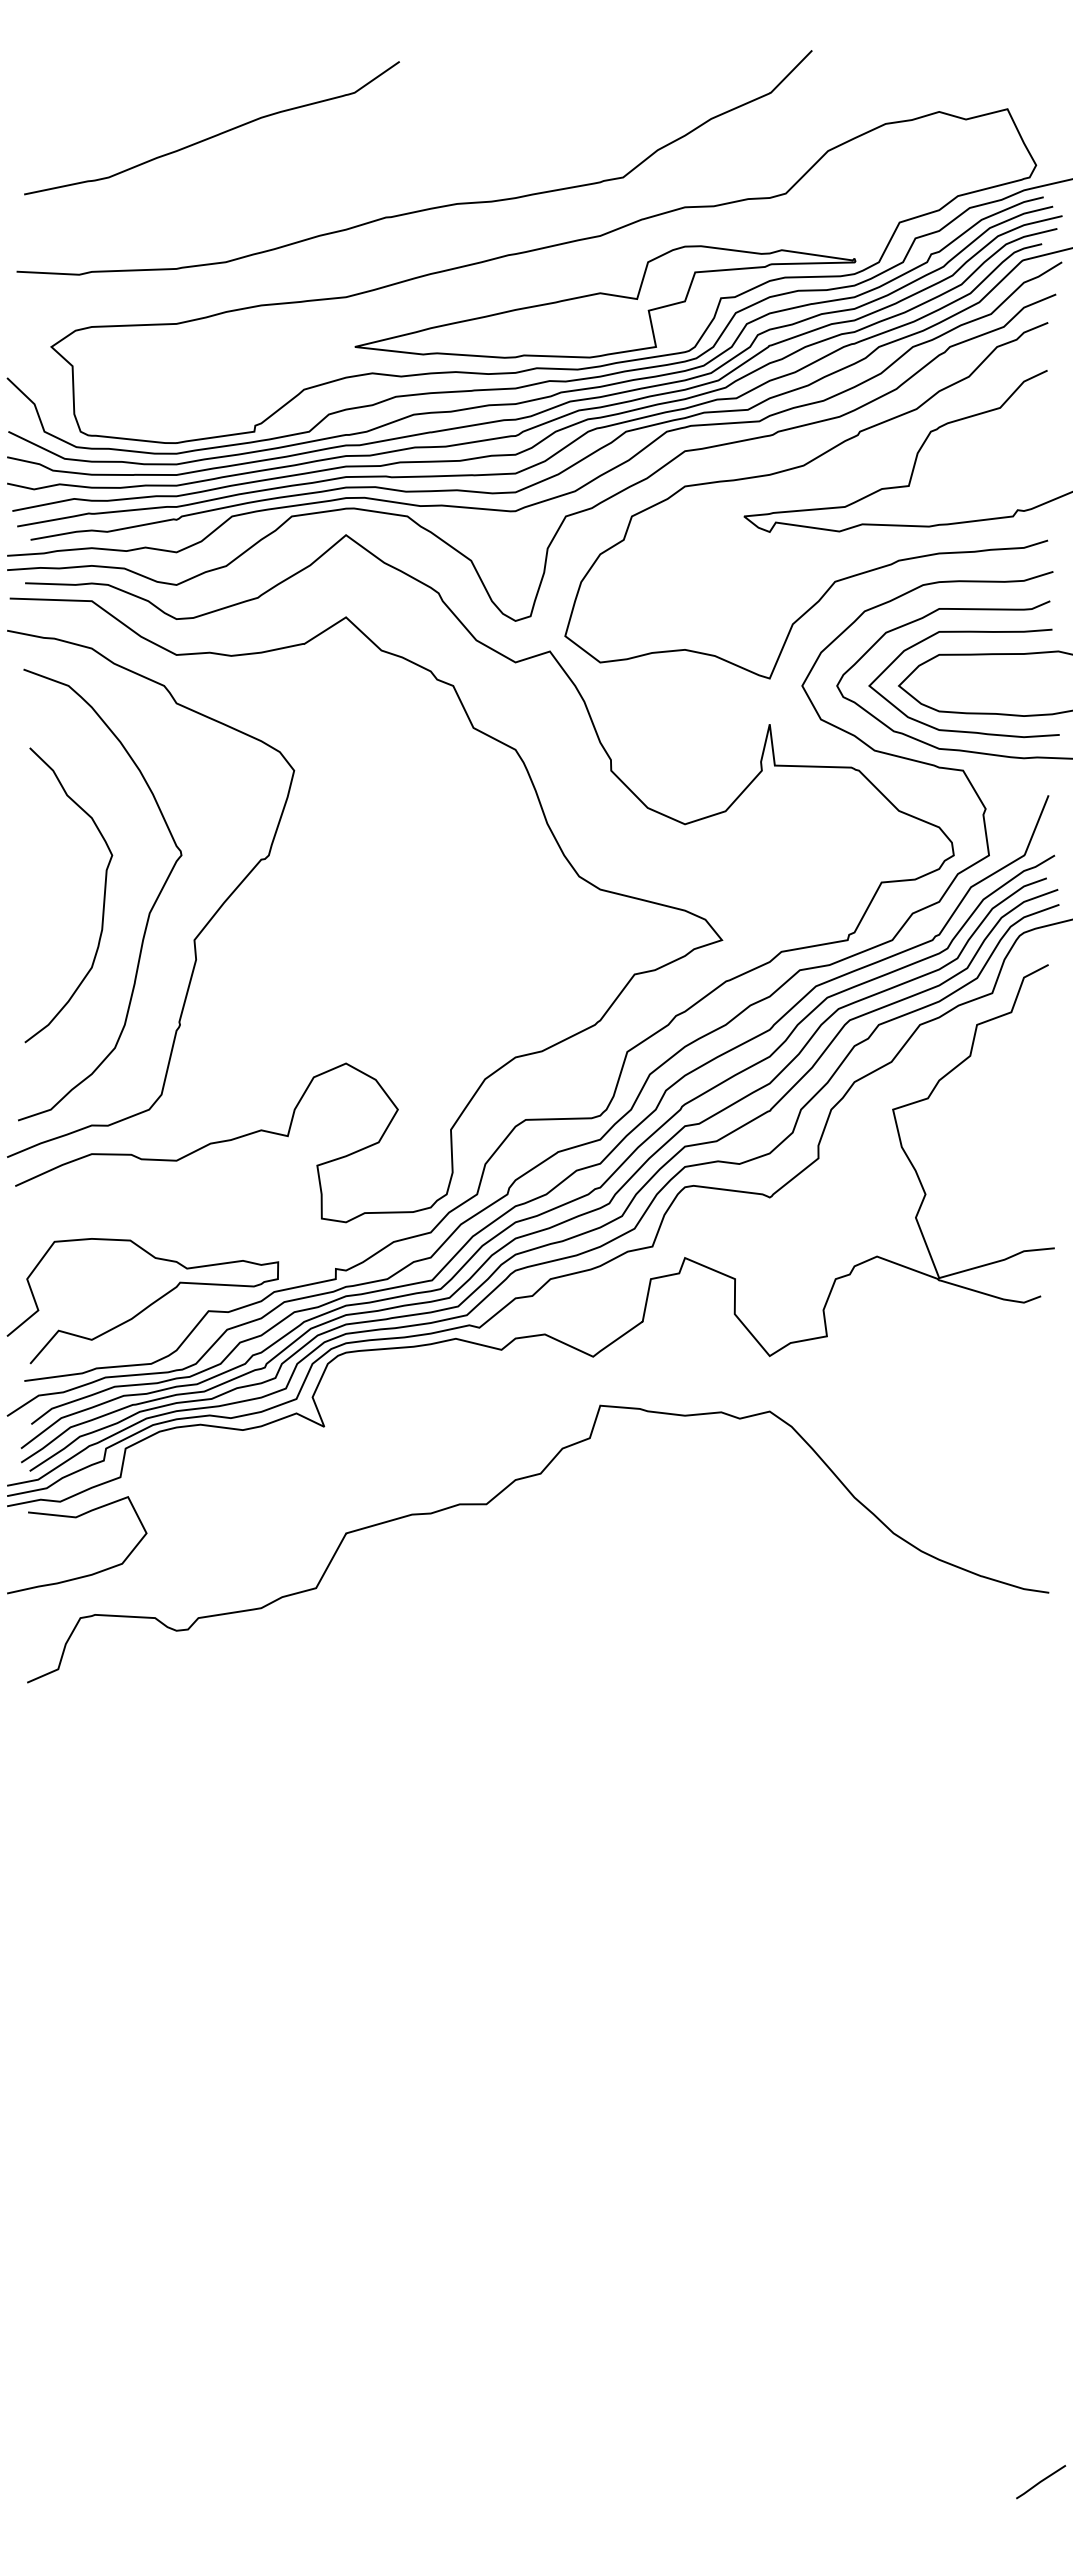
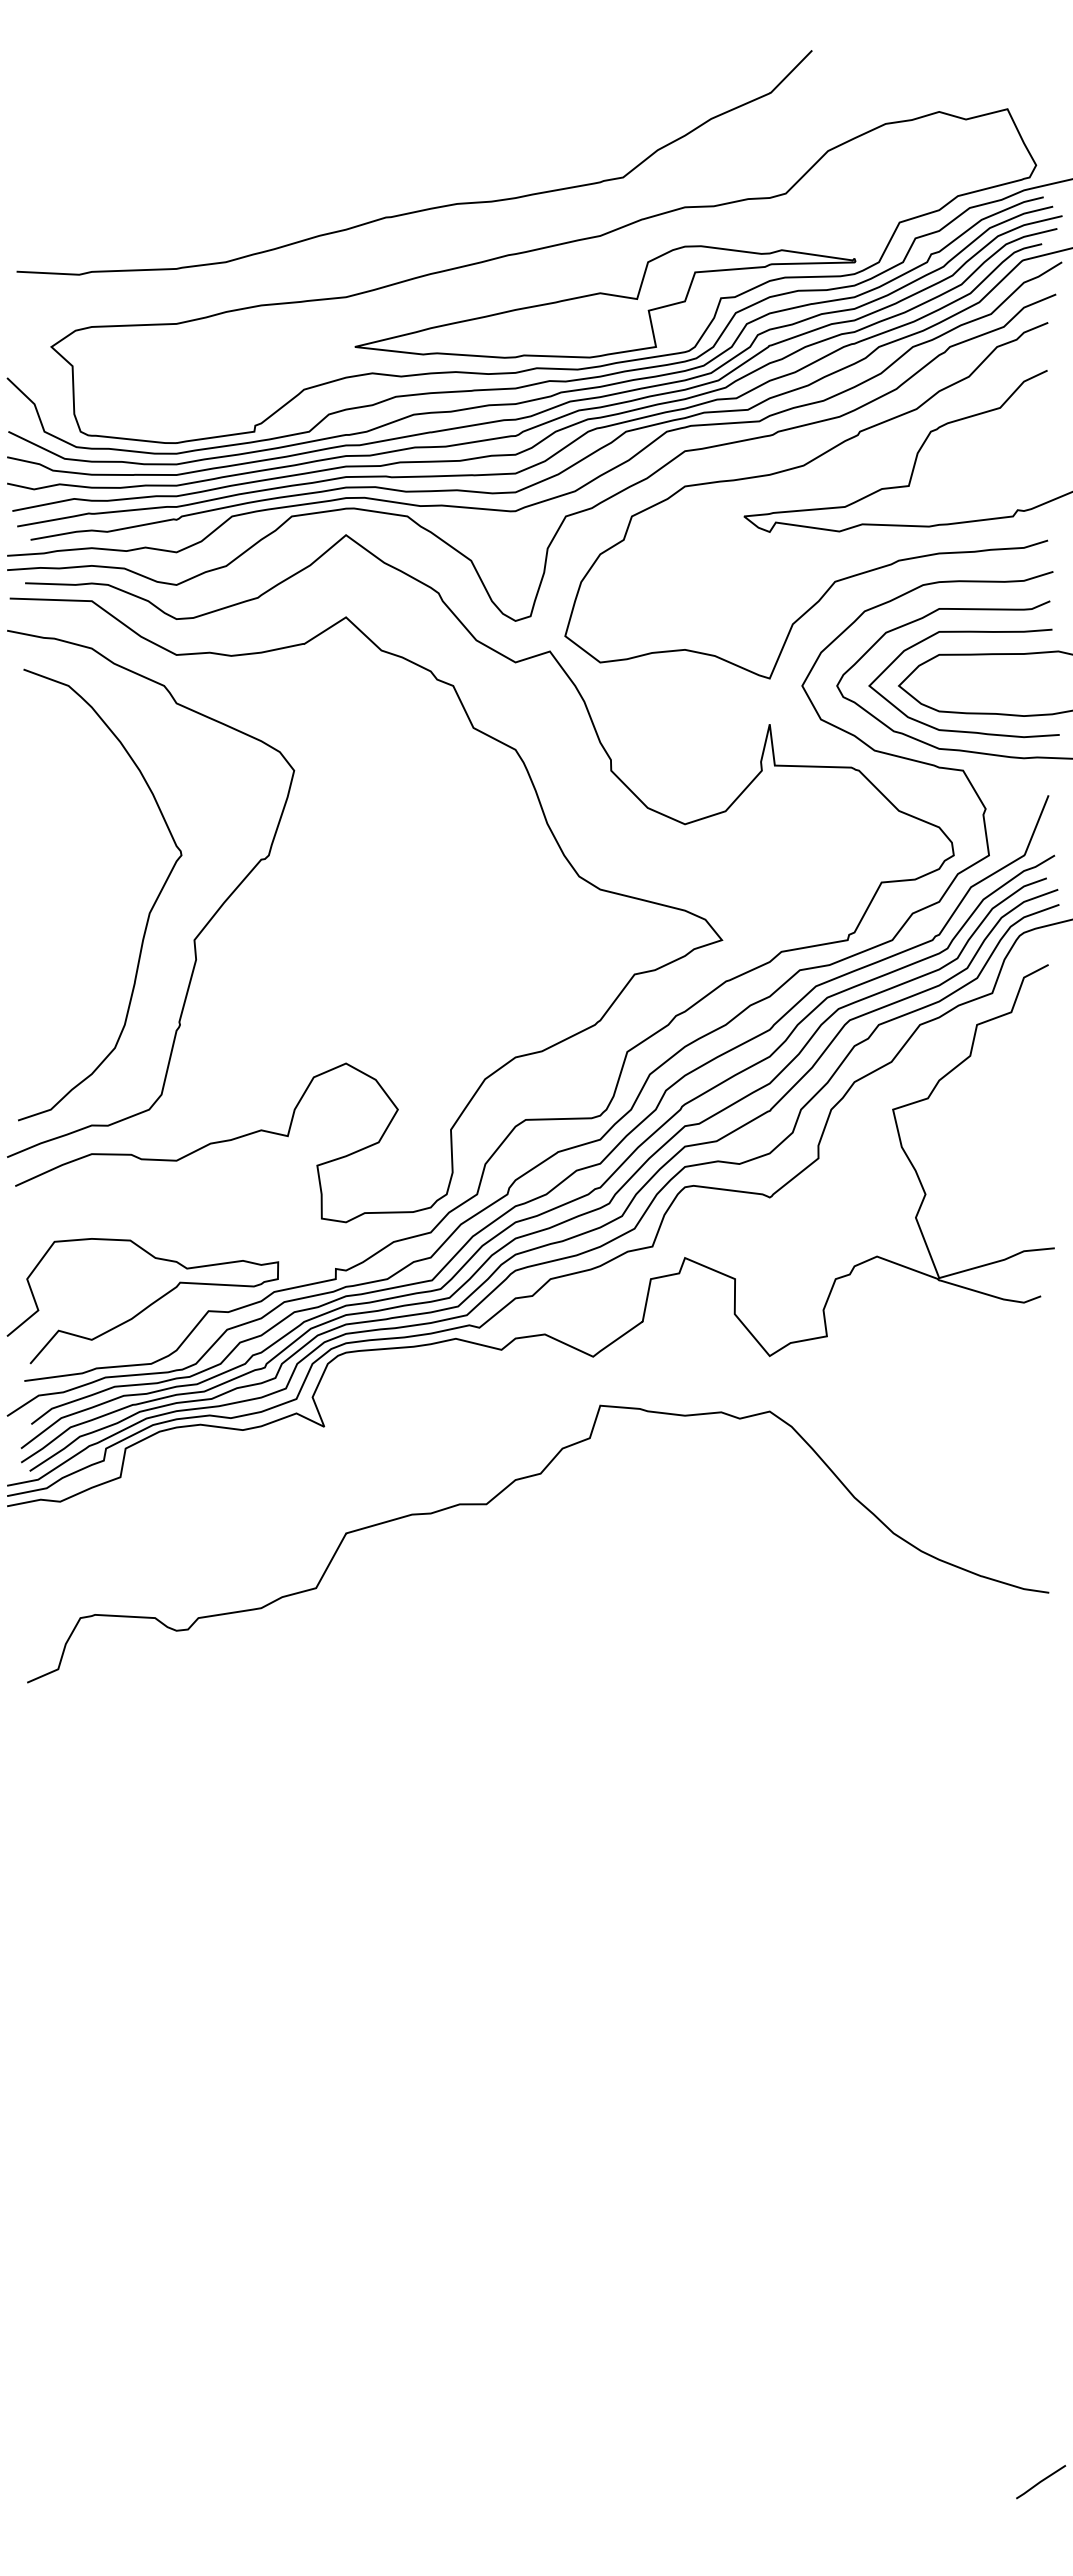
curve at (215, 134): present -> none
curve at (103, 895): present -> none
curve at (76, 1518): present -> none
